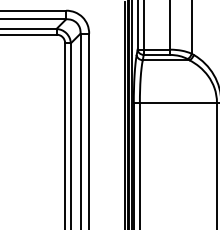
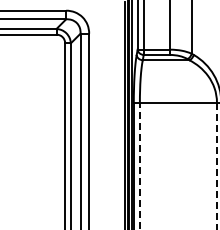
line at (139, 165): solid -> dashed
line at (216, 166): solid -> dashed
